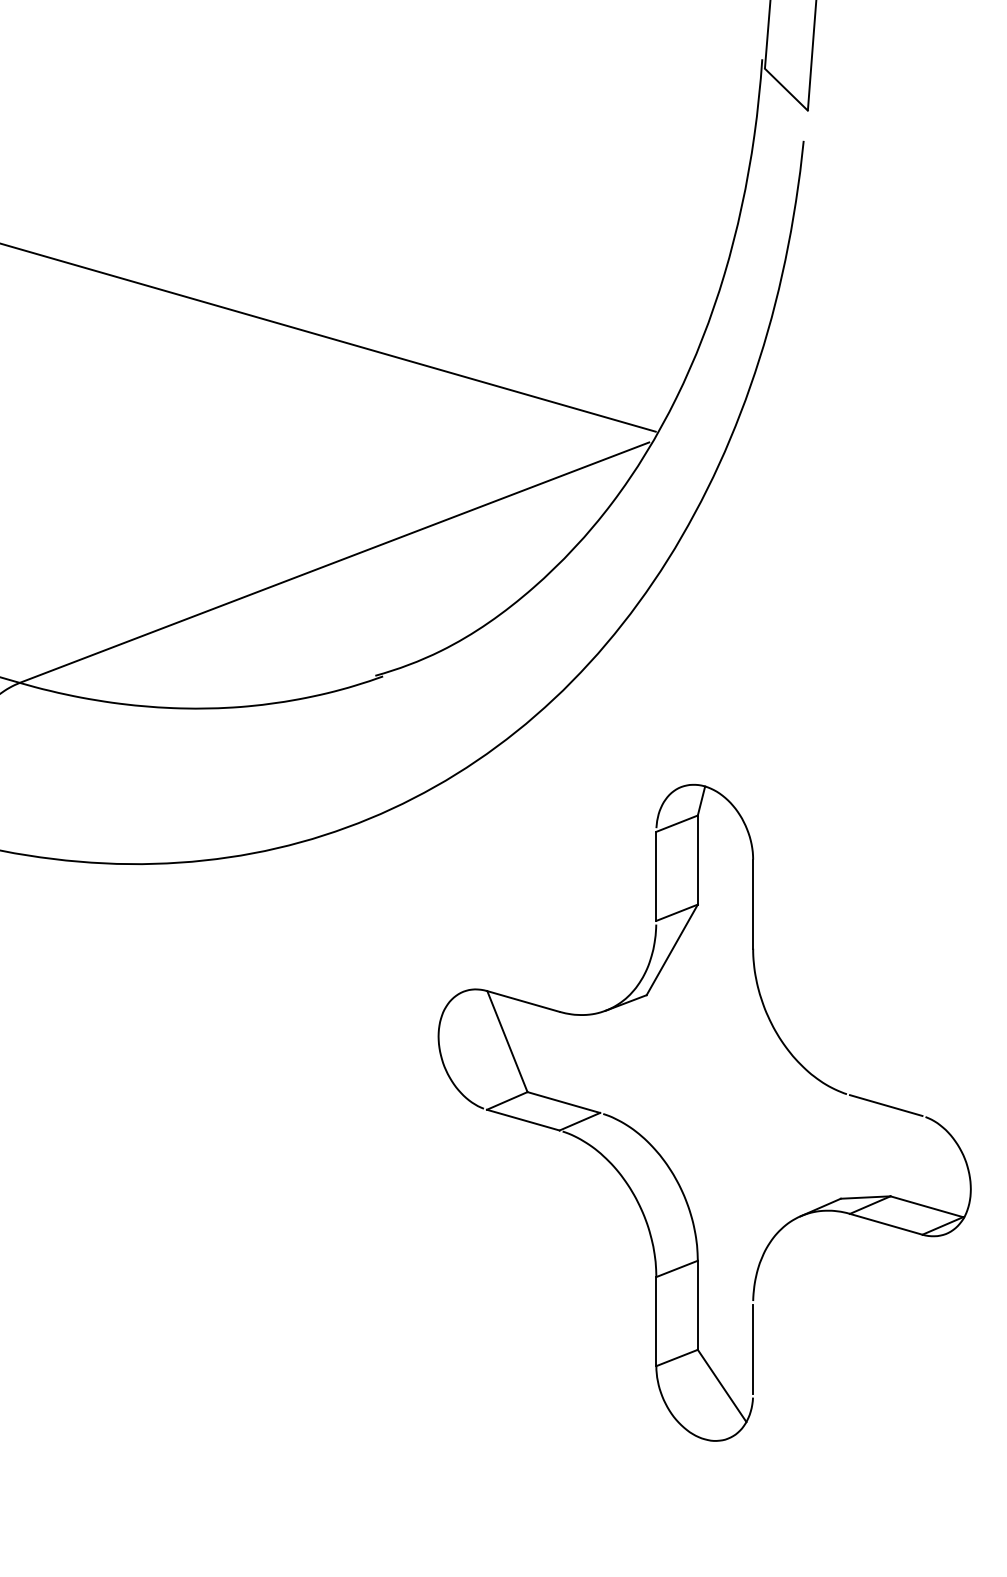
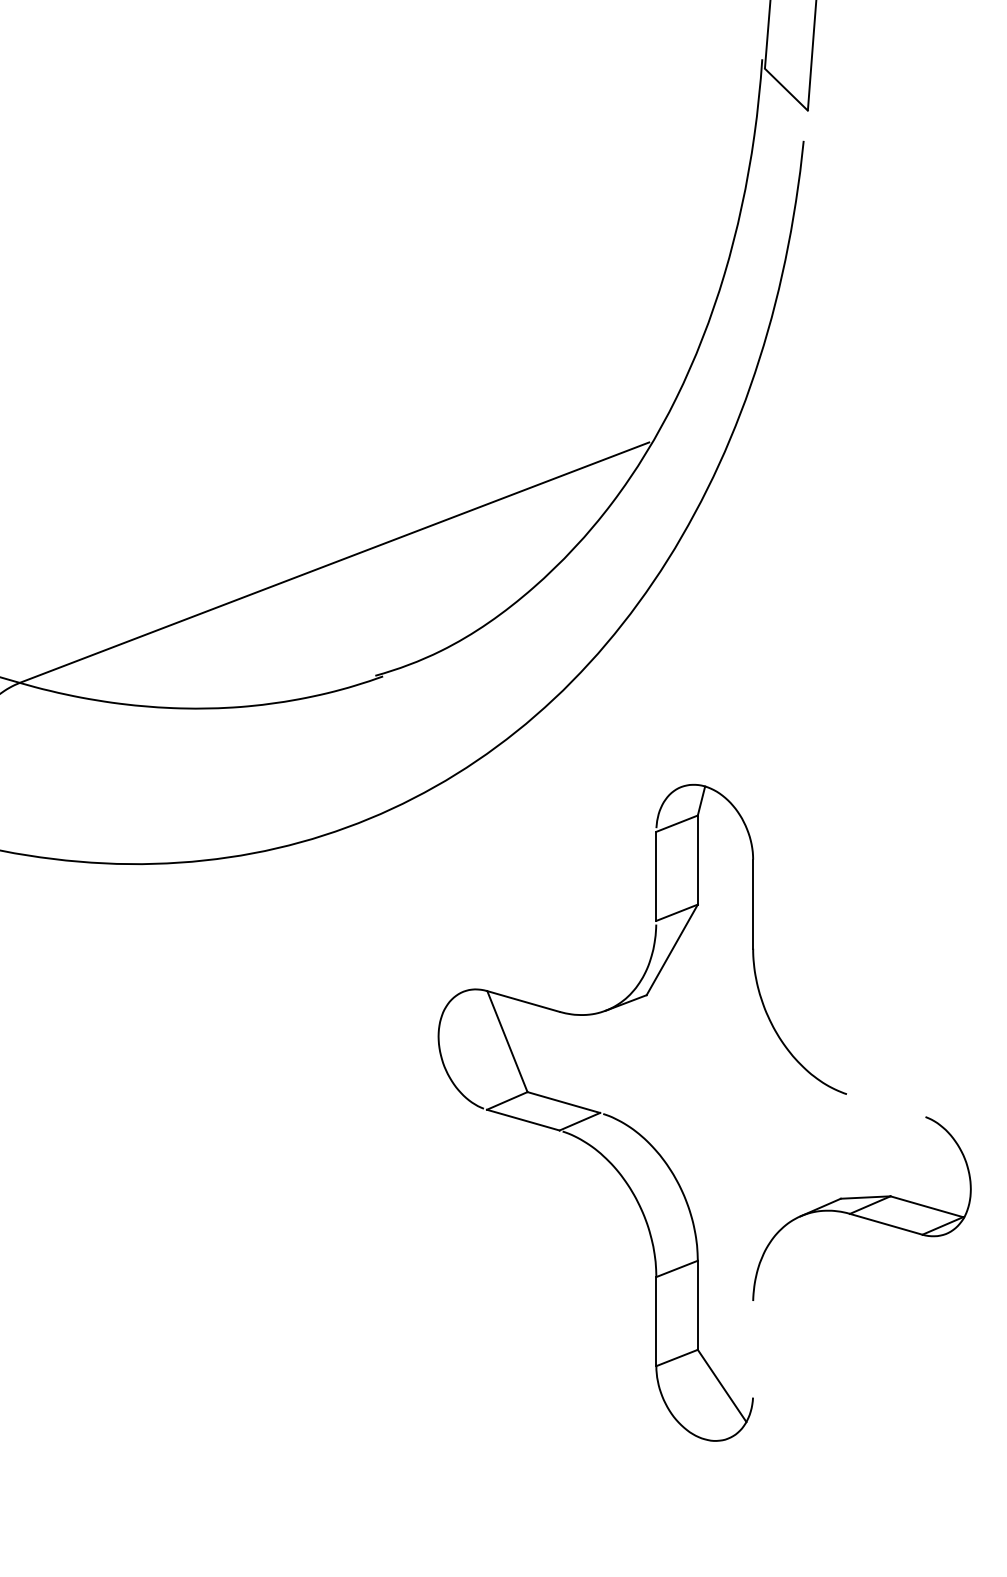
line at (328, 337): present -> none
line at (885, 1105): present -> none
line at (753, 1348): present -> none
